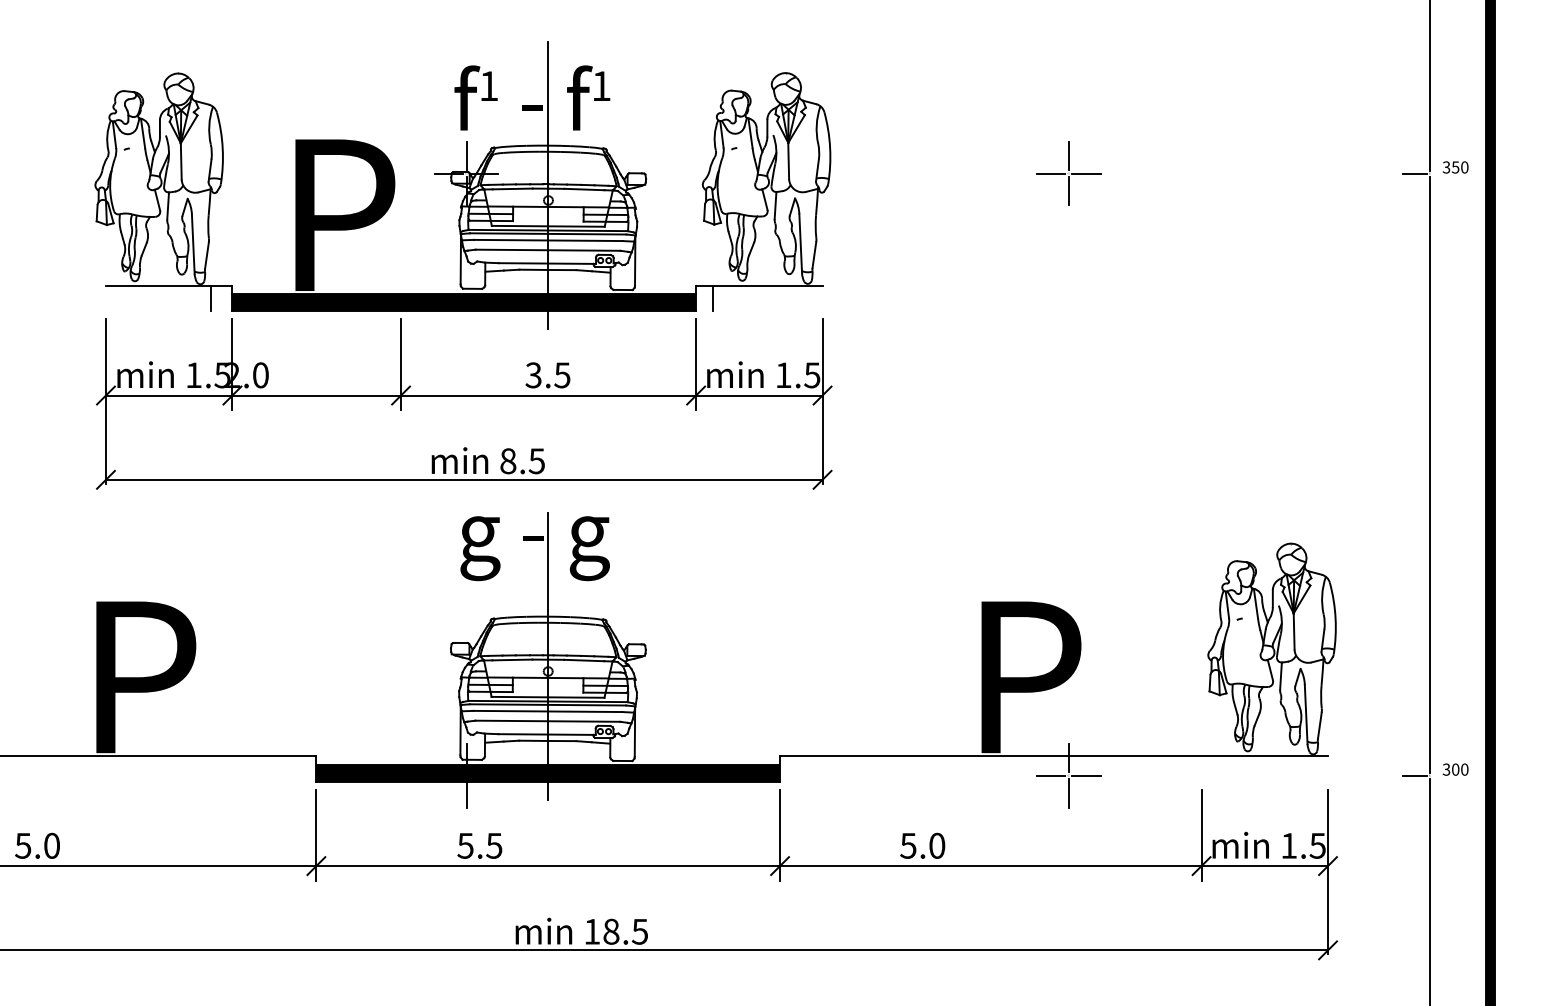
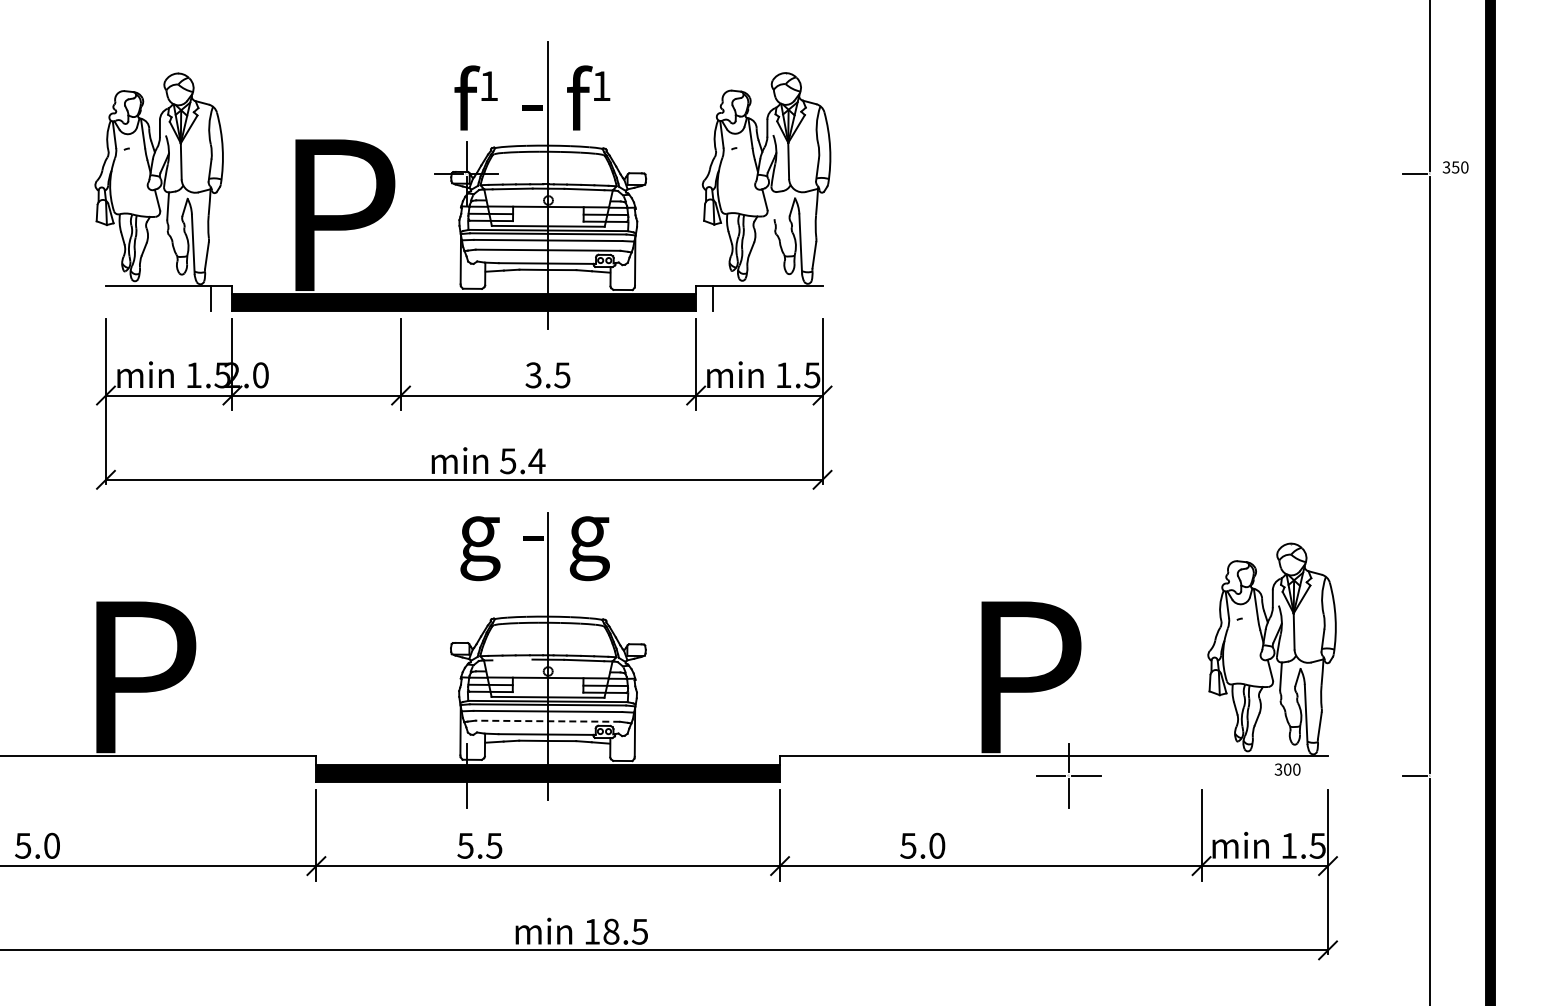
part at (1068, 173): present -> none
line at (775, 205): present -> none
text at (522, 461): 8.5 -> 5.4
line at (512, 659): present -> none
line at (547, 721): solid -> dashed
text at (1455, 769) position: (1455, 769) -> (1287, 769)
